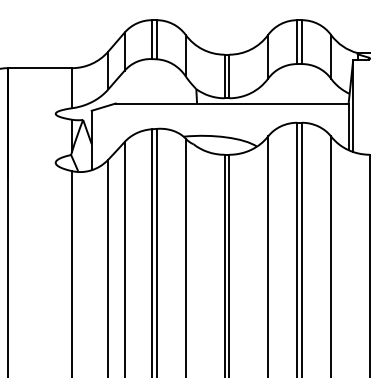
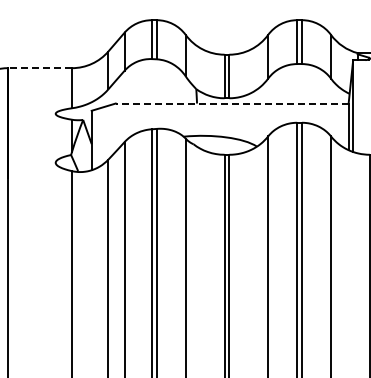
line at (39, 68): solid -> dashed
line at (232, 103): solid -> dashed
